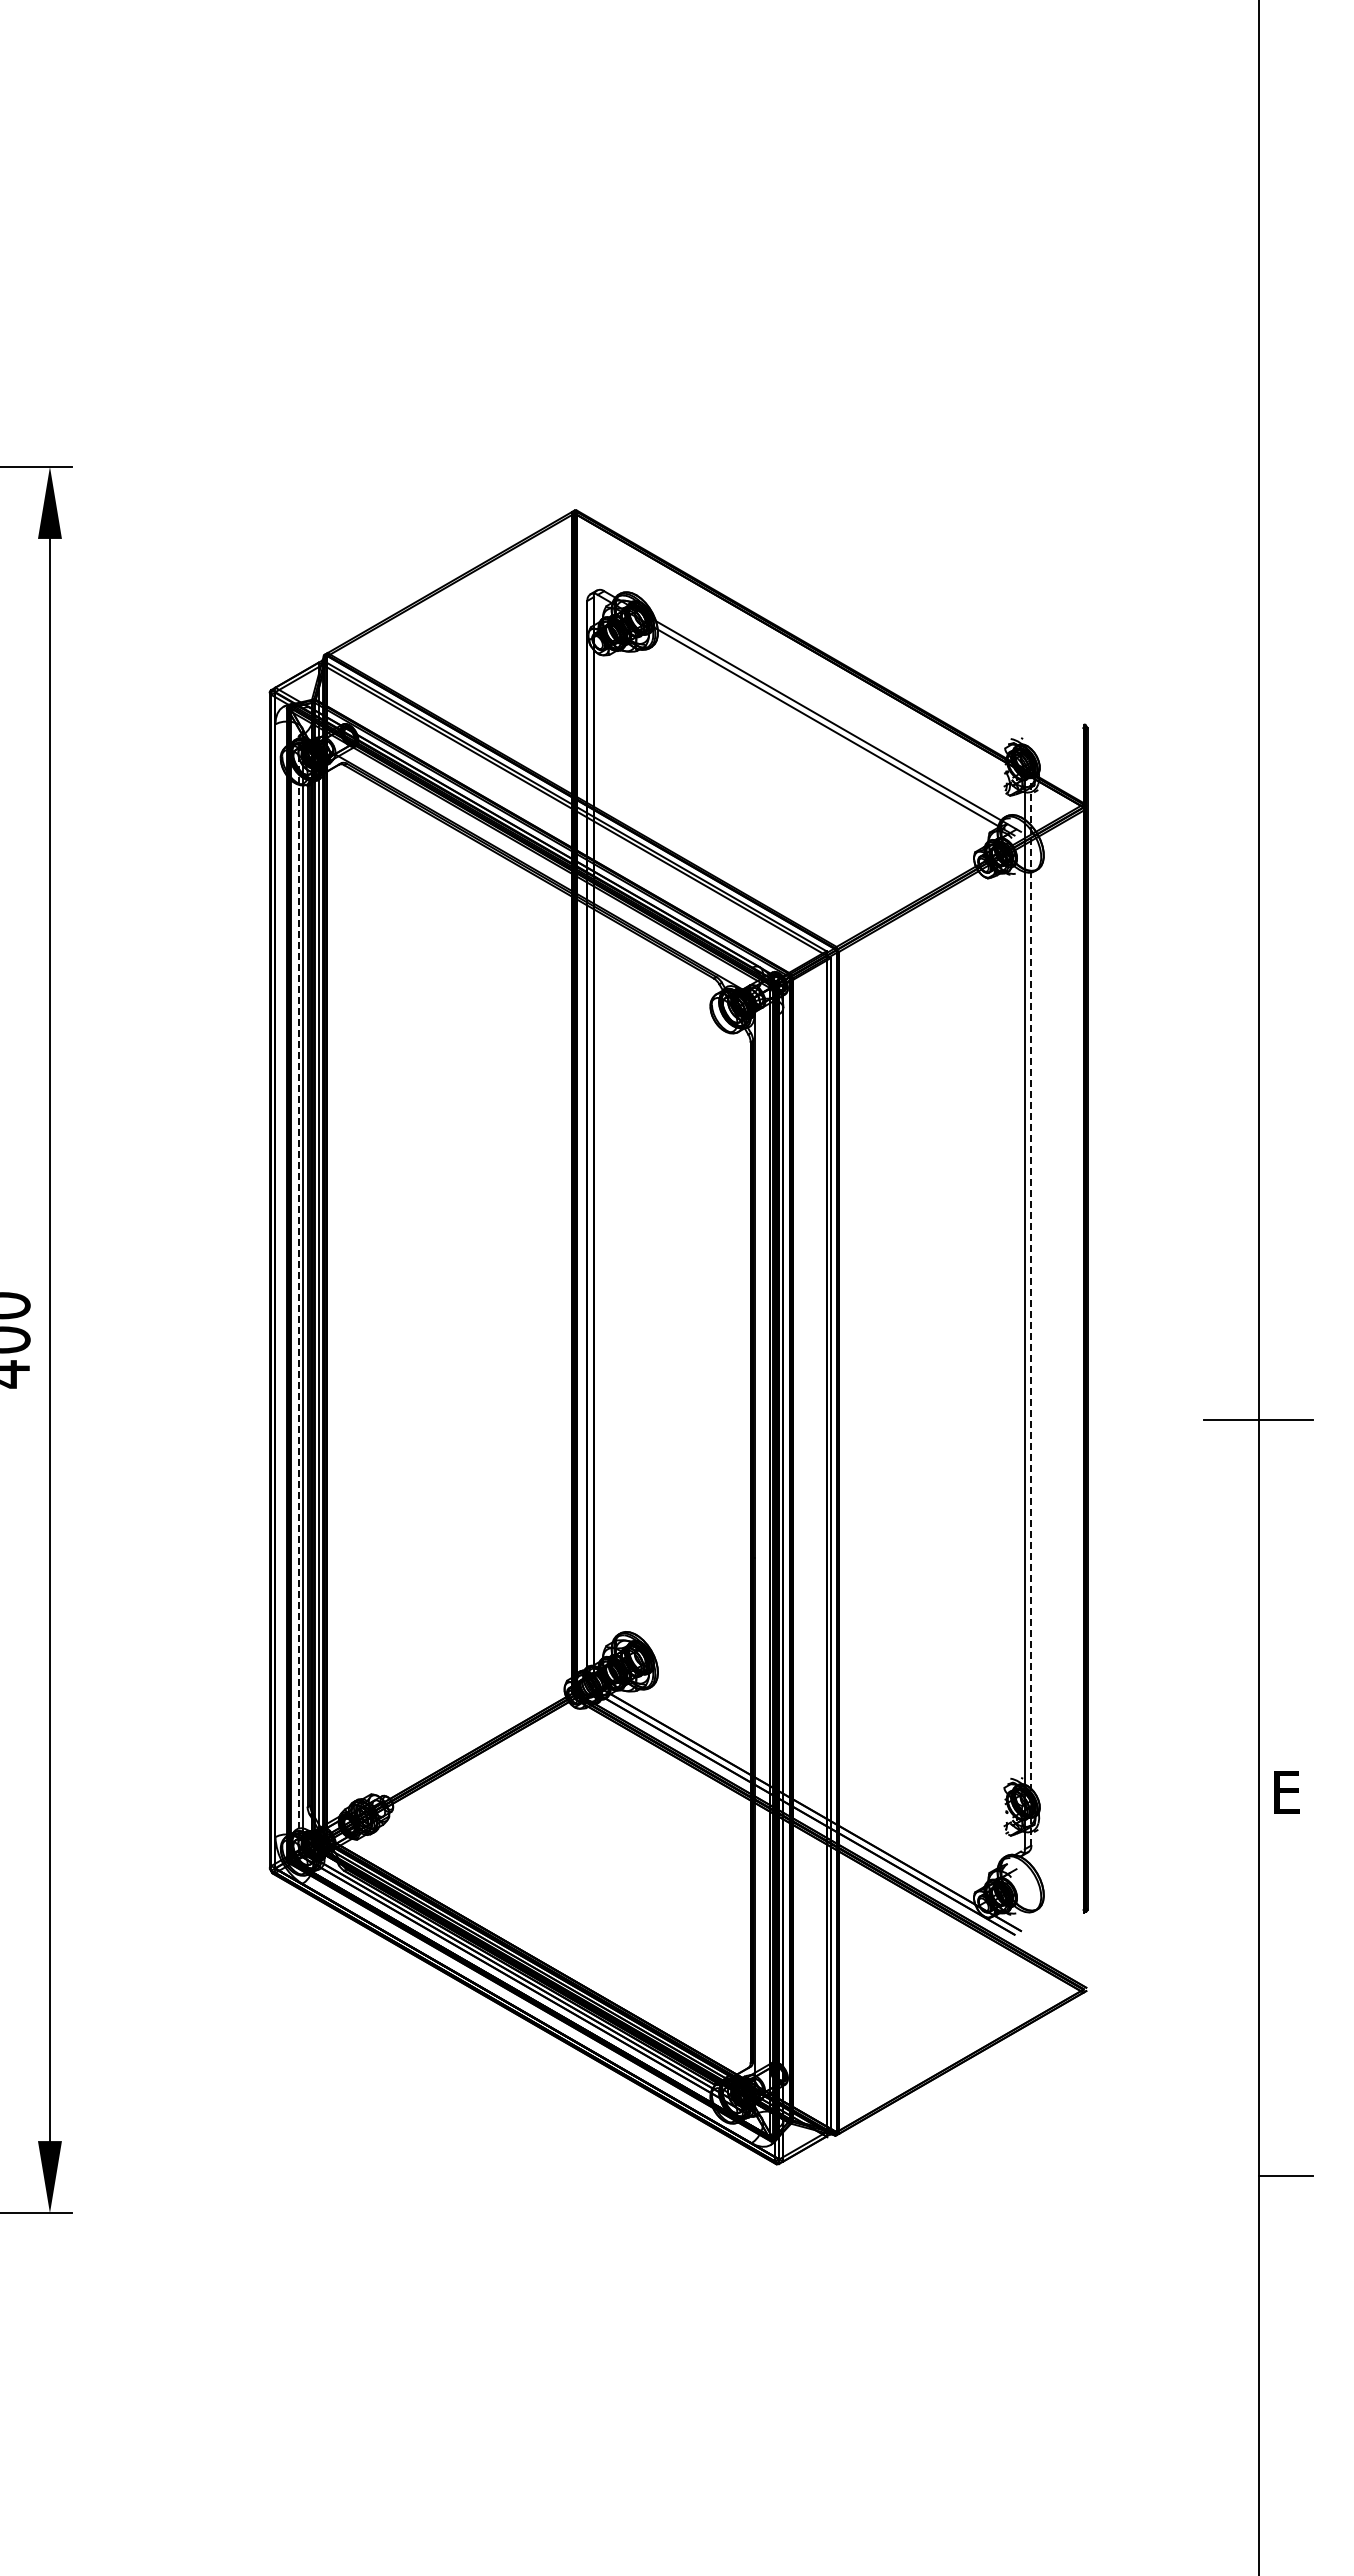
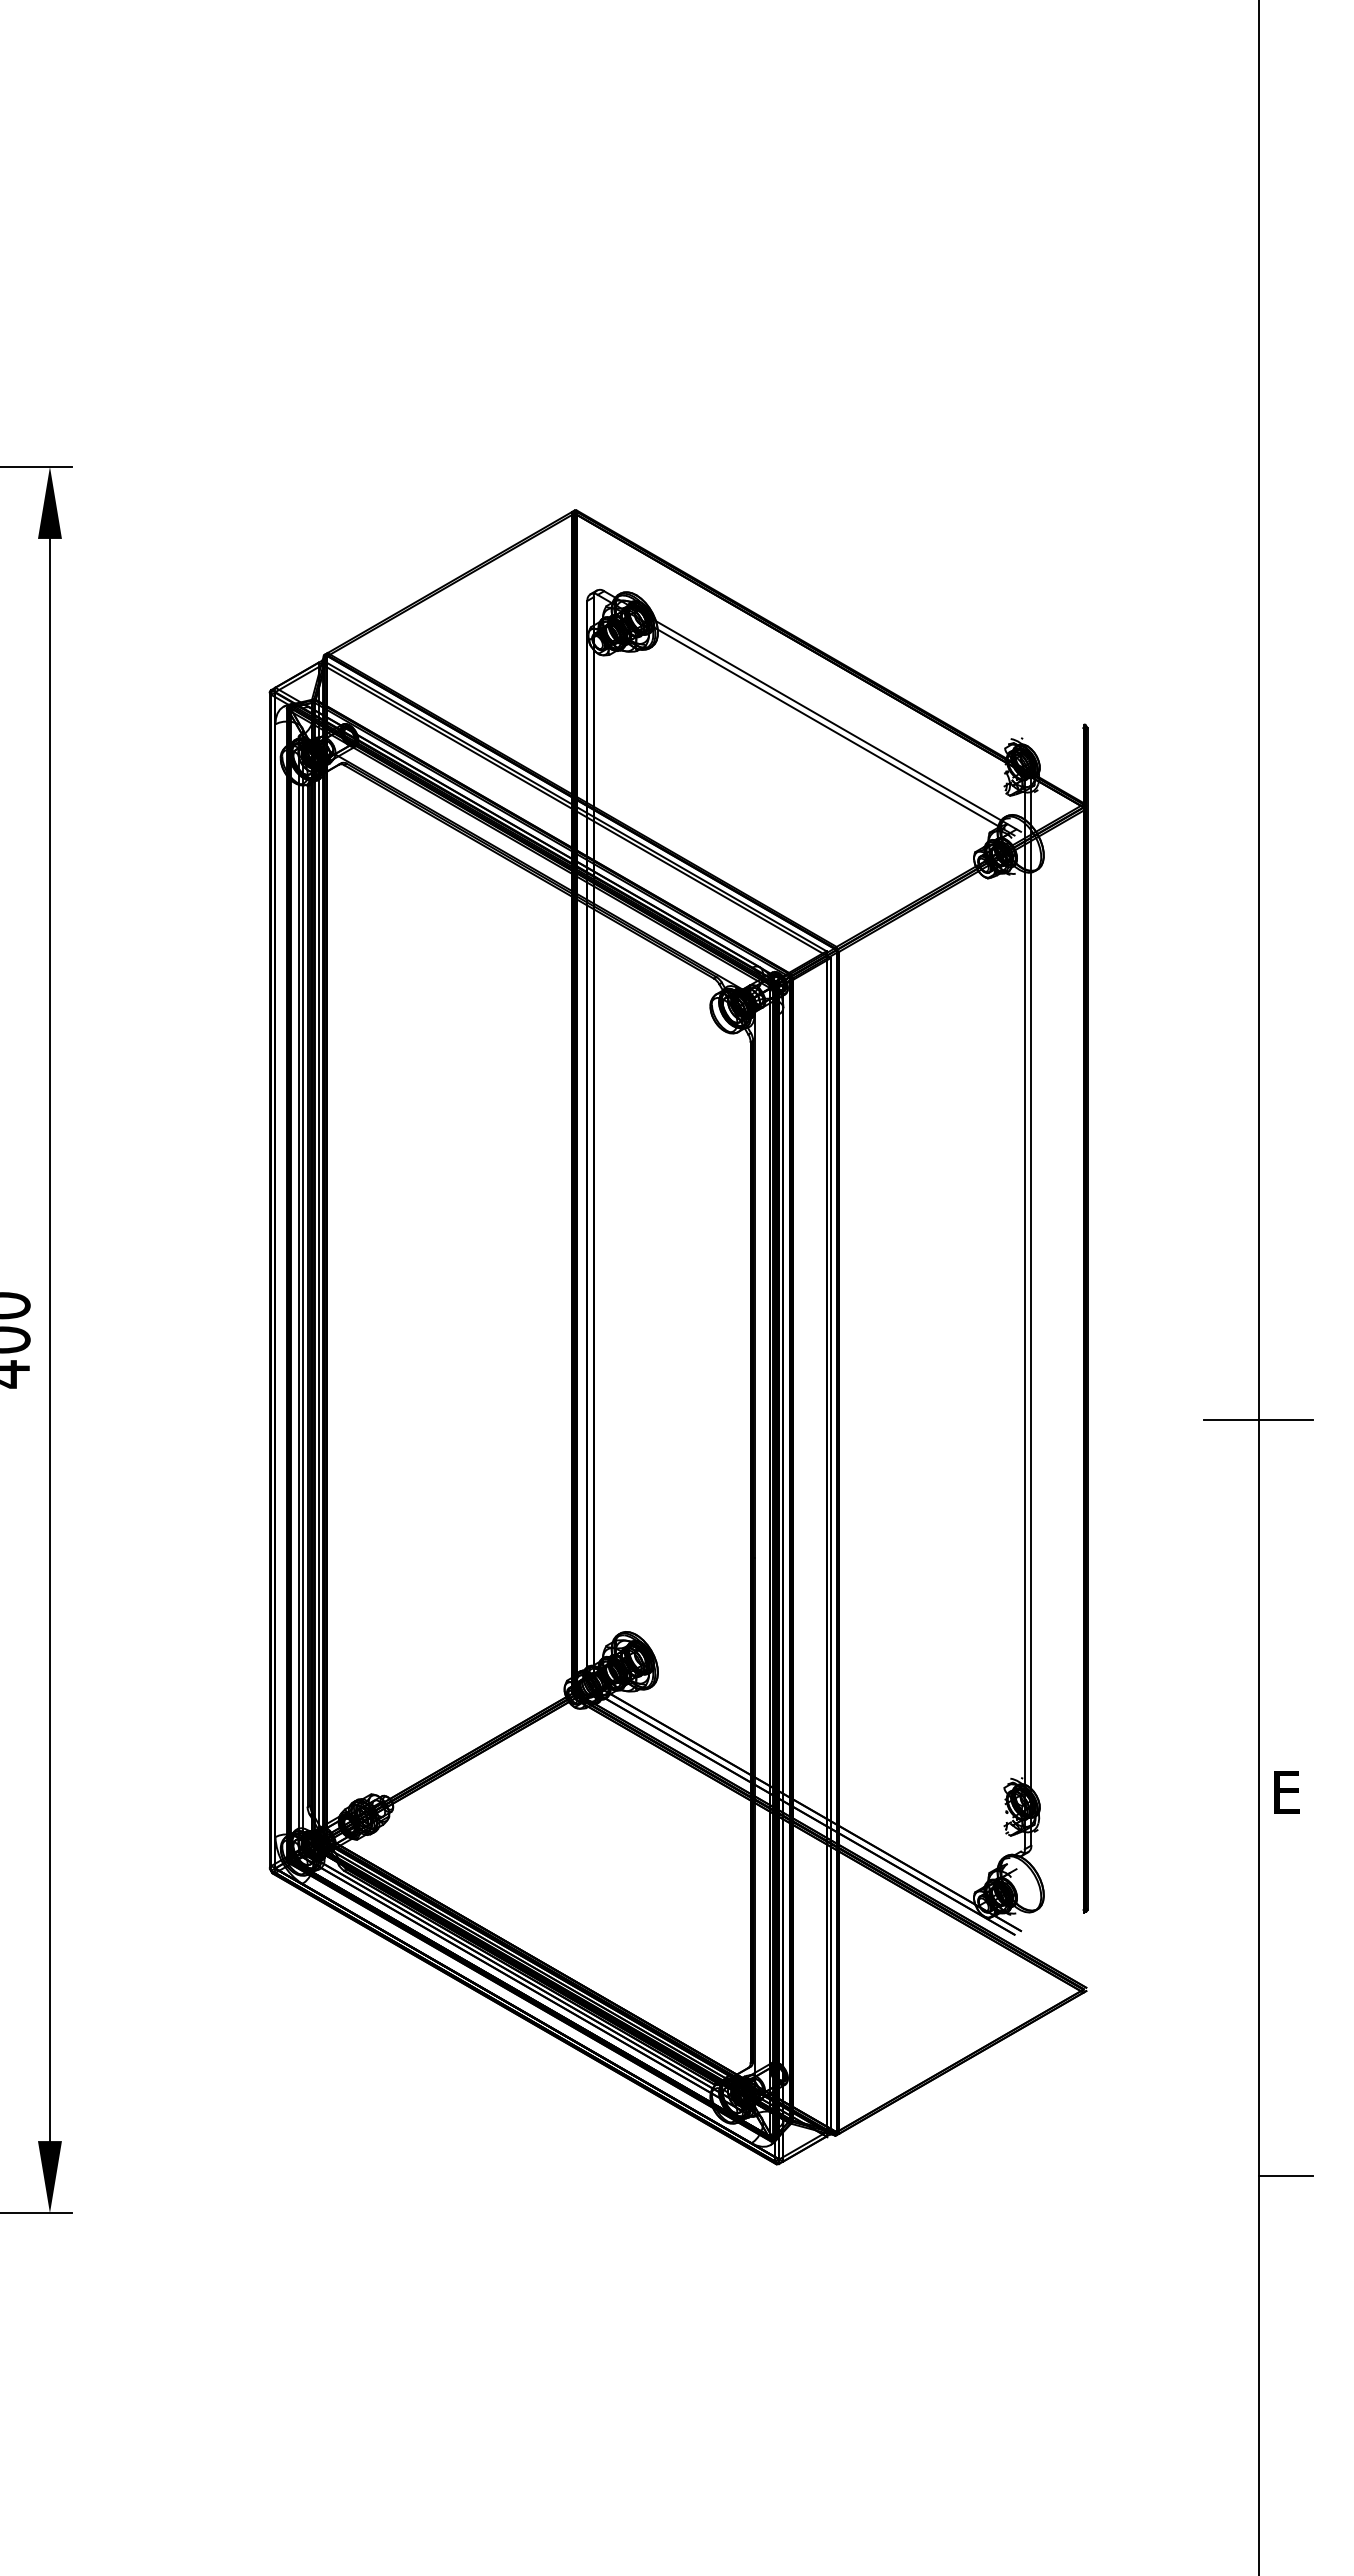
line at (298, 1293): dashed -> solid
line at (1031, 1307): dashed -> solid
